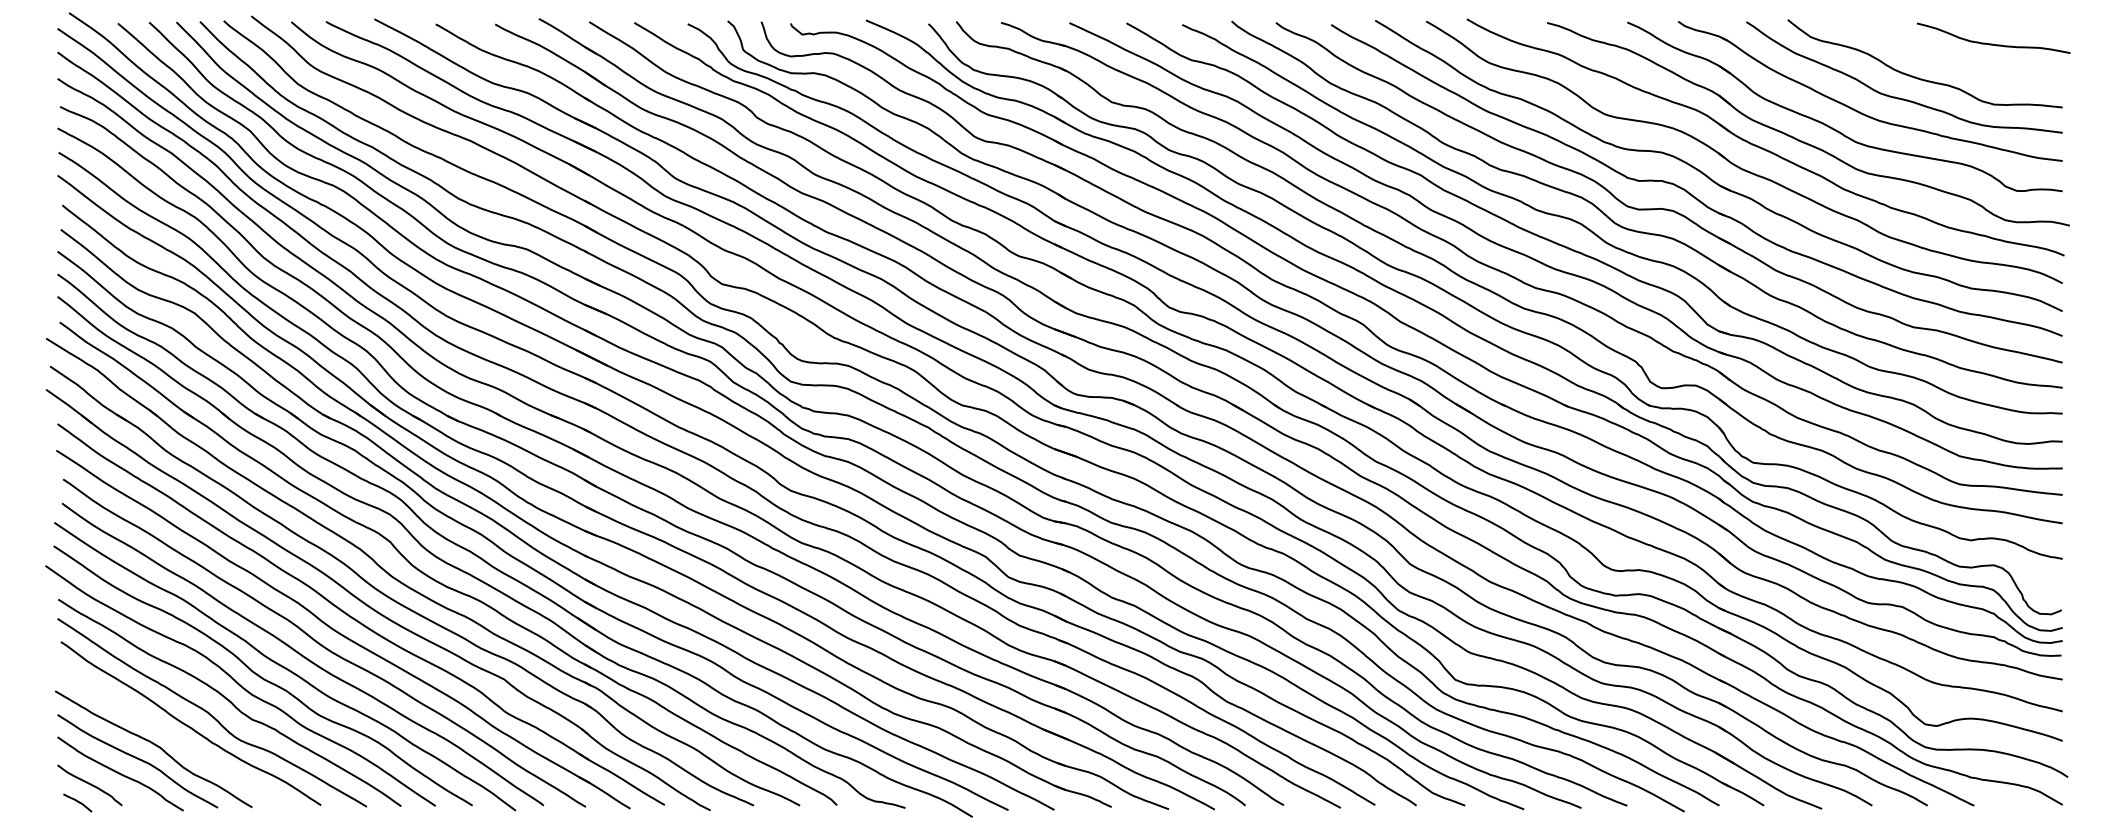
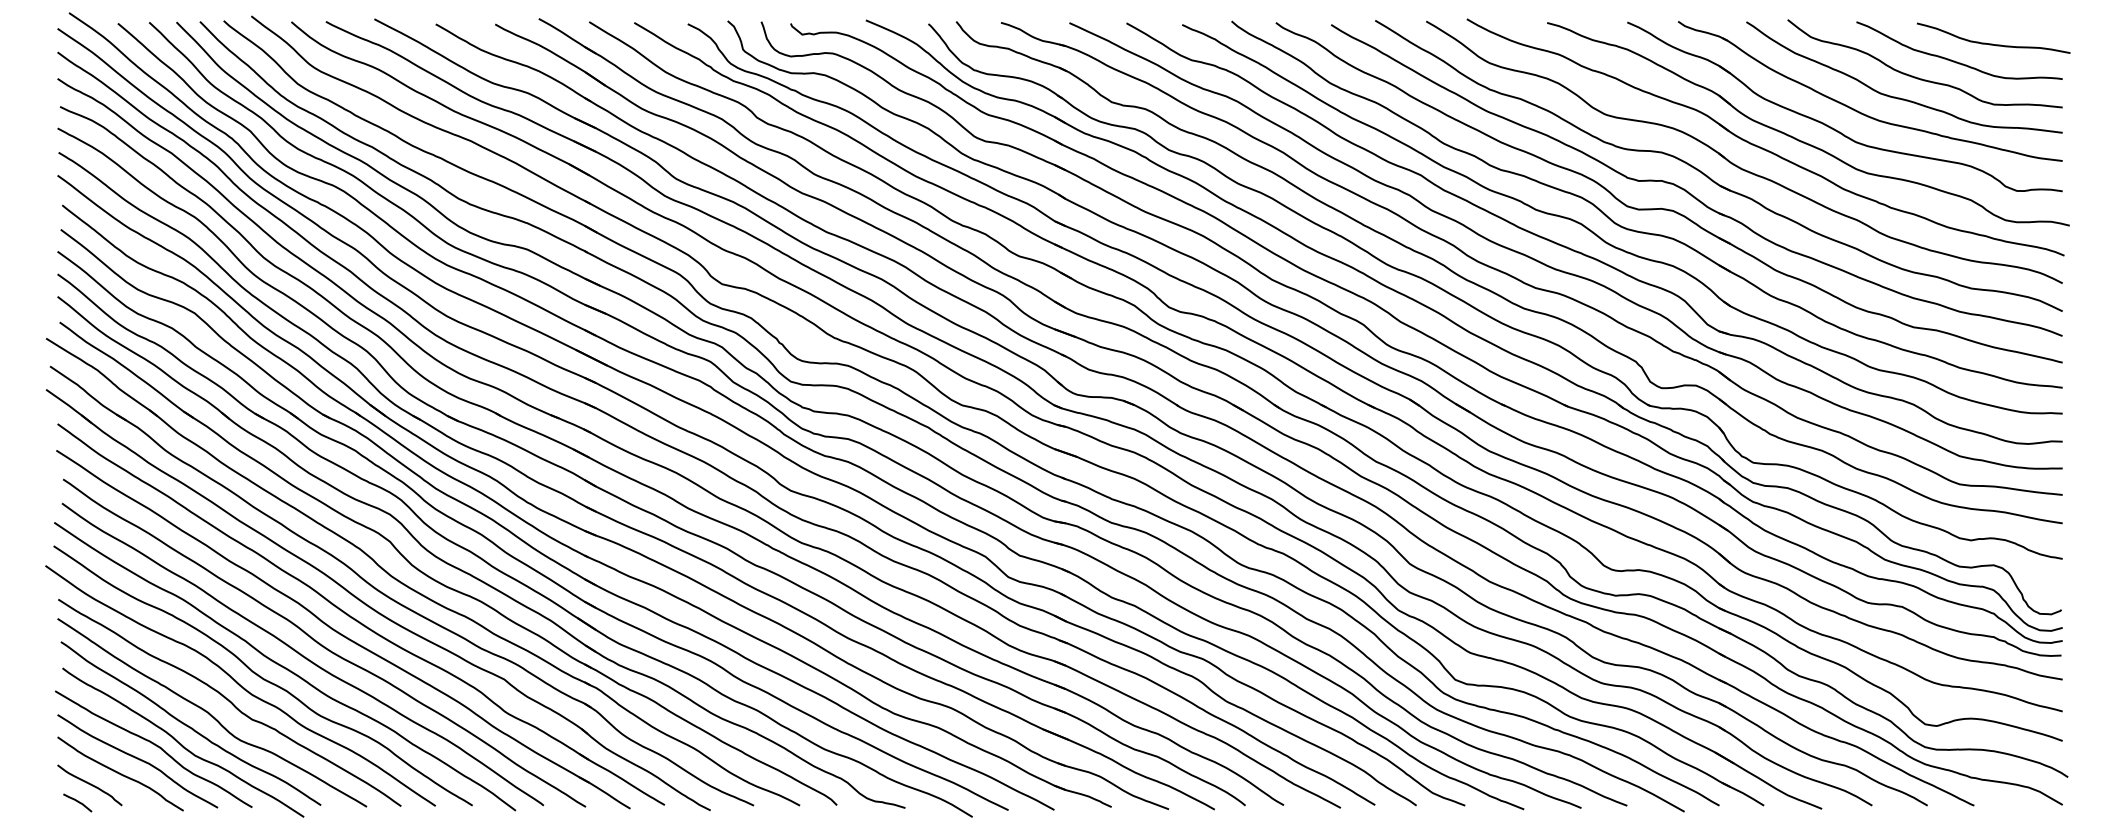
curve at (1954, 60): none -> present
curve at (181, 743): none -> present
